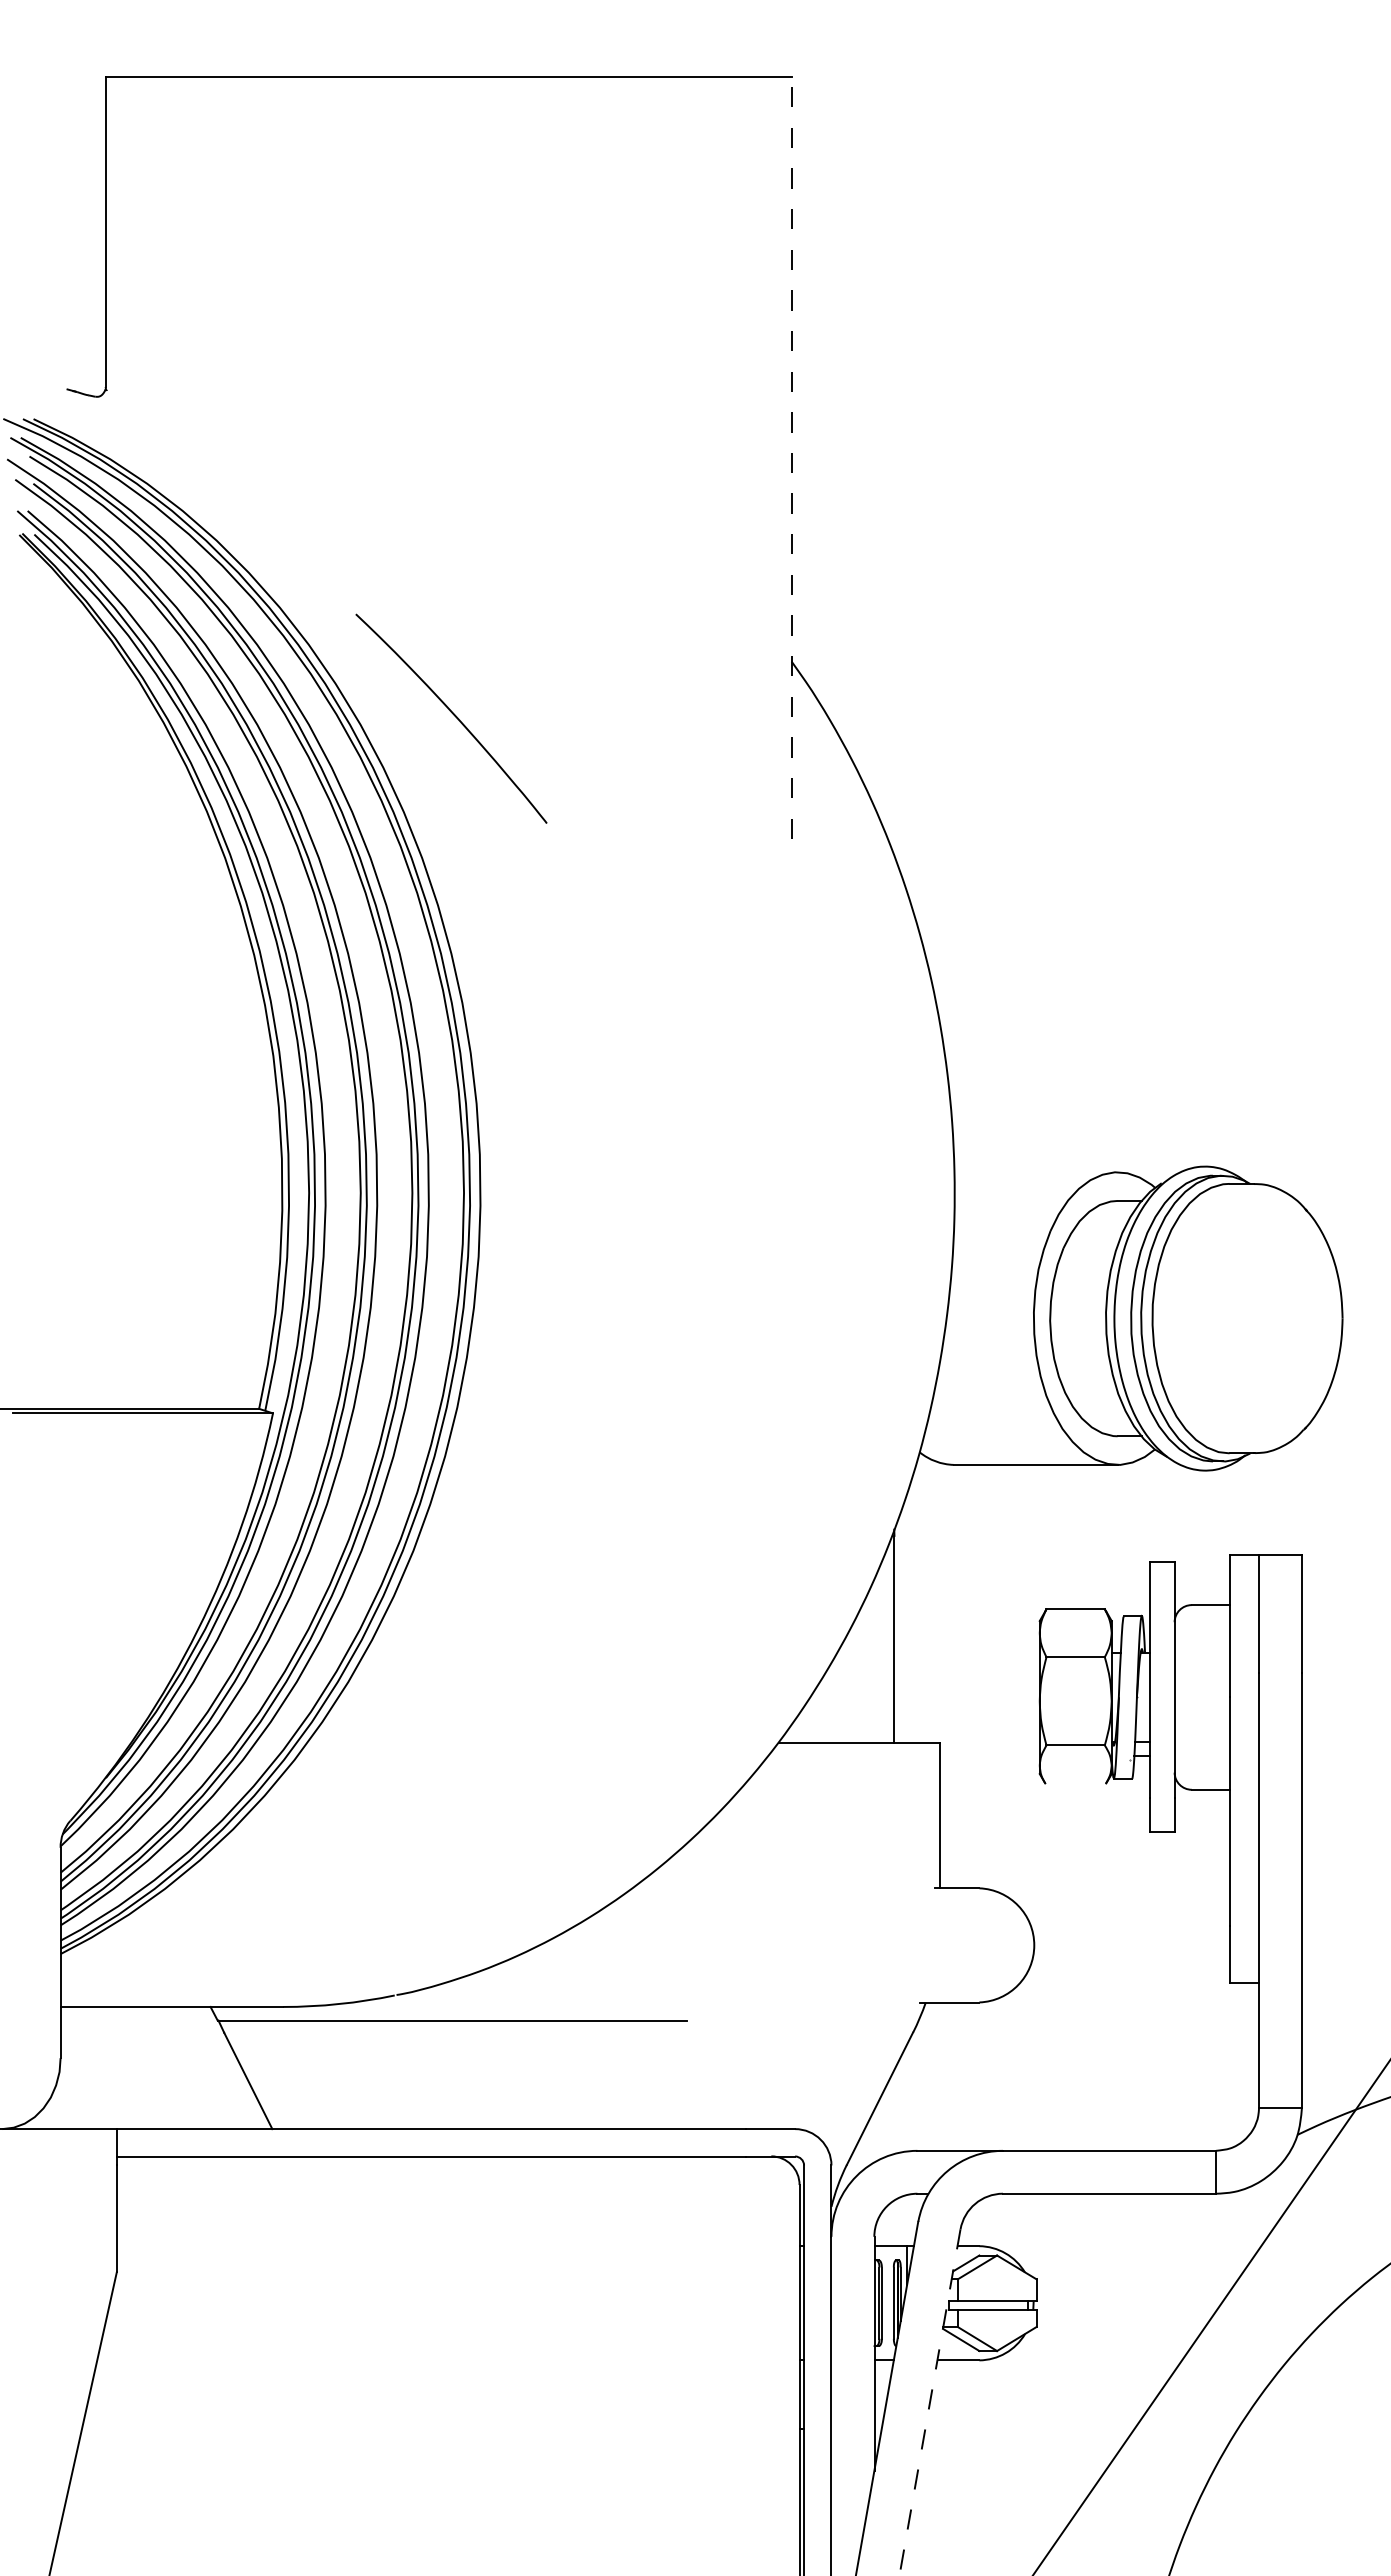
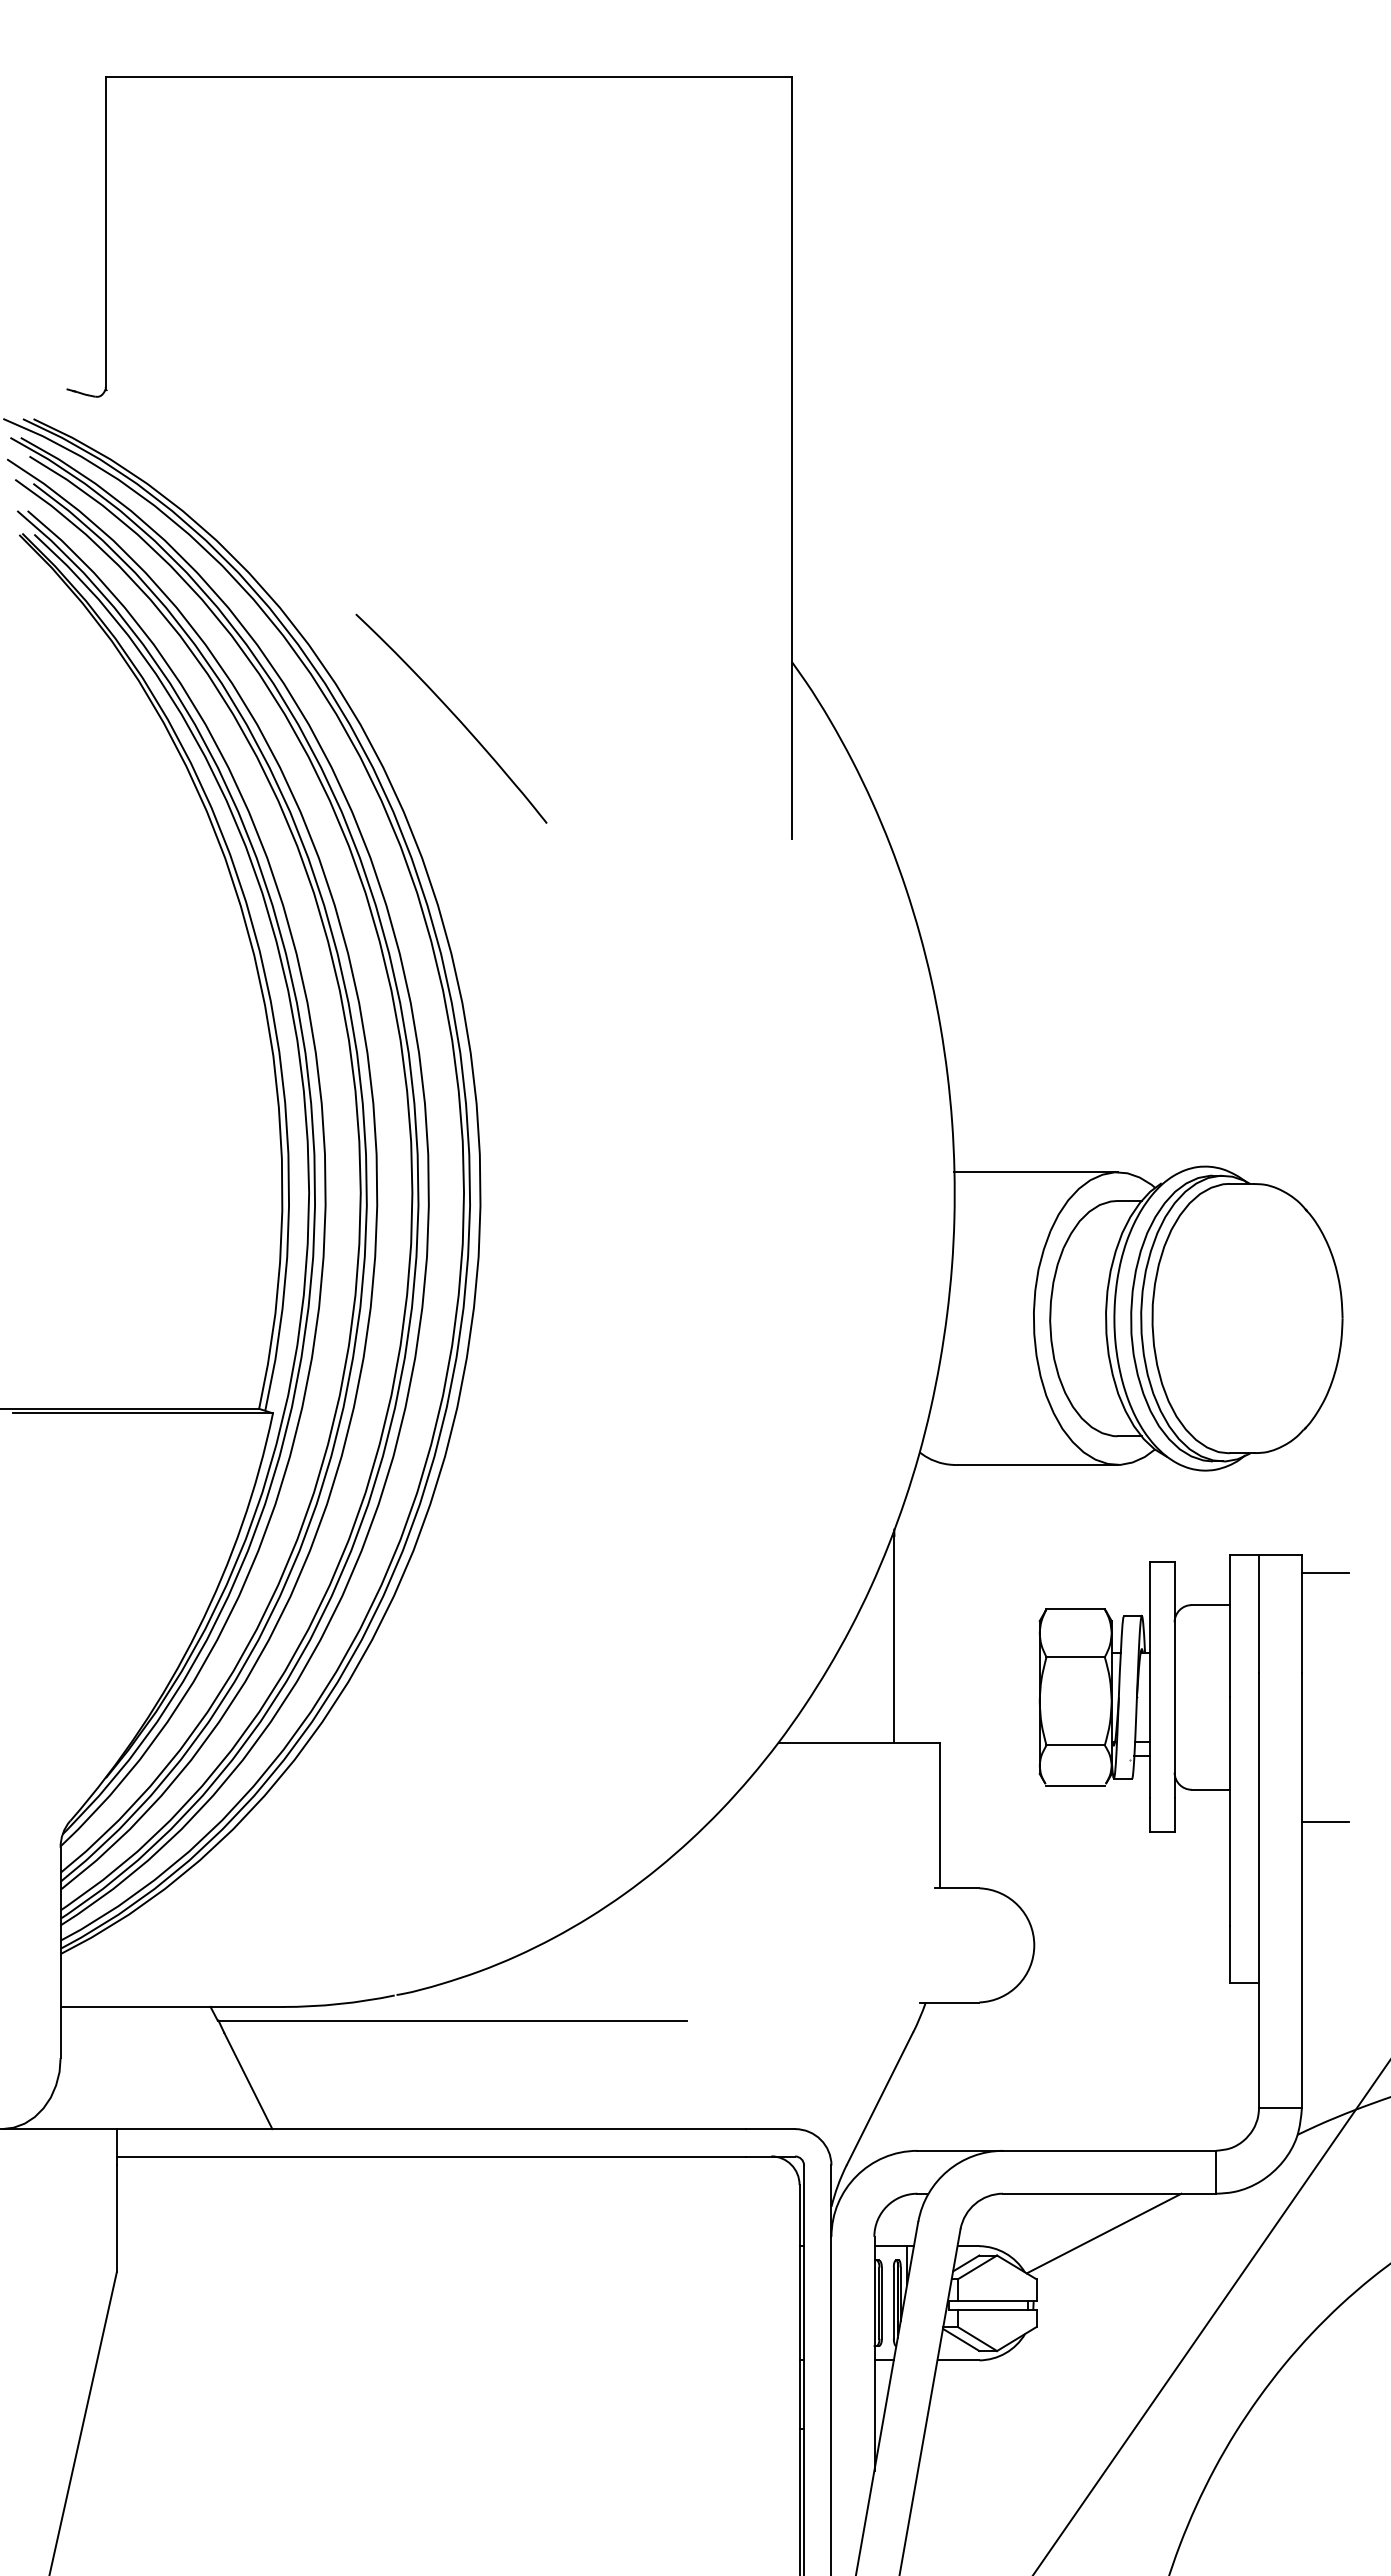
line at (791, 458): dashed -> solid
line at (1035, 1172): none -> present
line at (1325, 1572): none -> present
line at (1075, 1785): none -> present
line at (1325, 1822): none -> present
line at (1103, 2233): none -> present
line at (930, 2402): dashed -> solid
